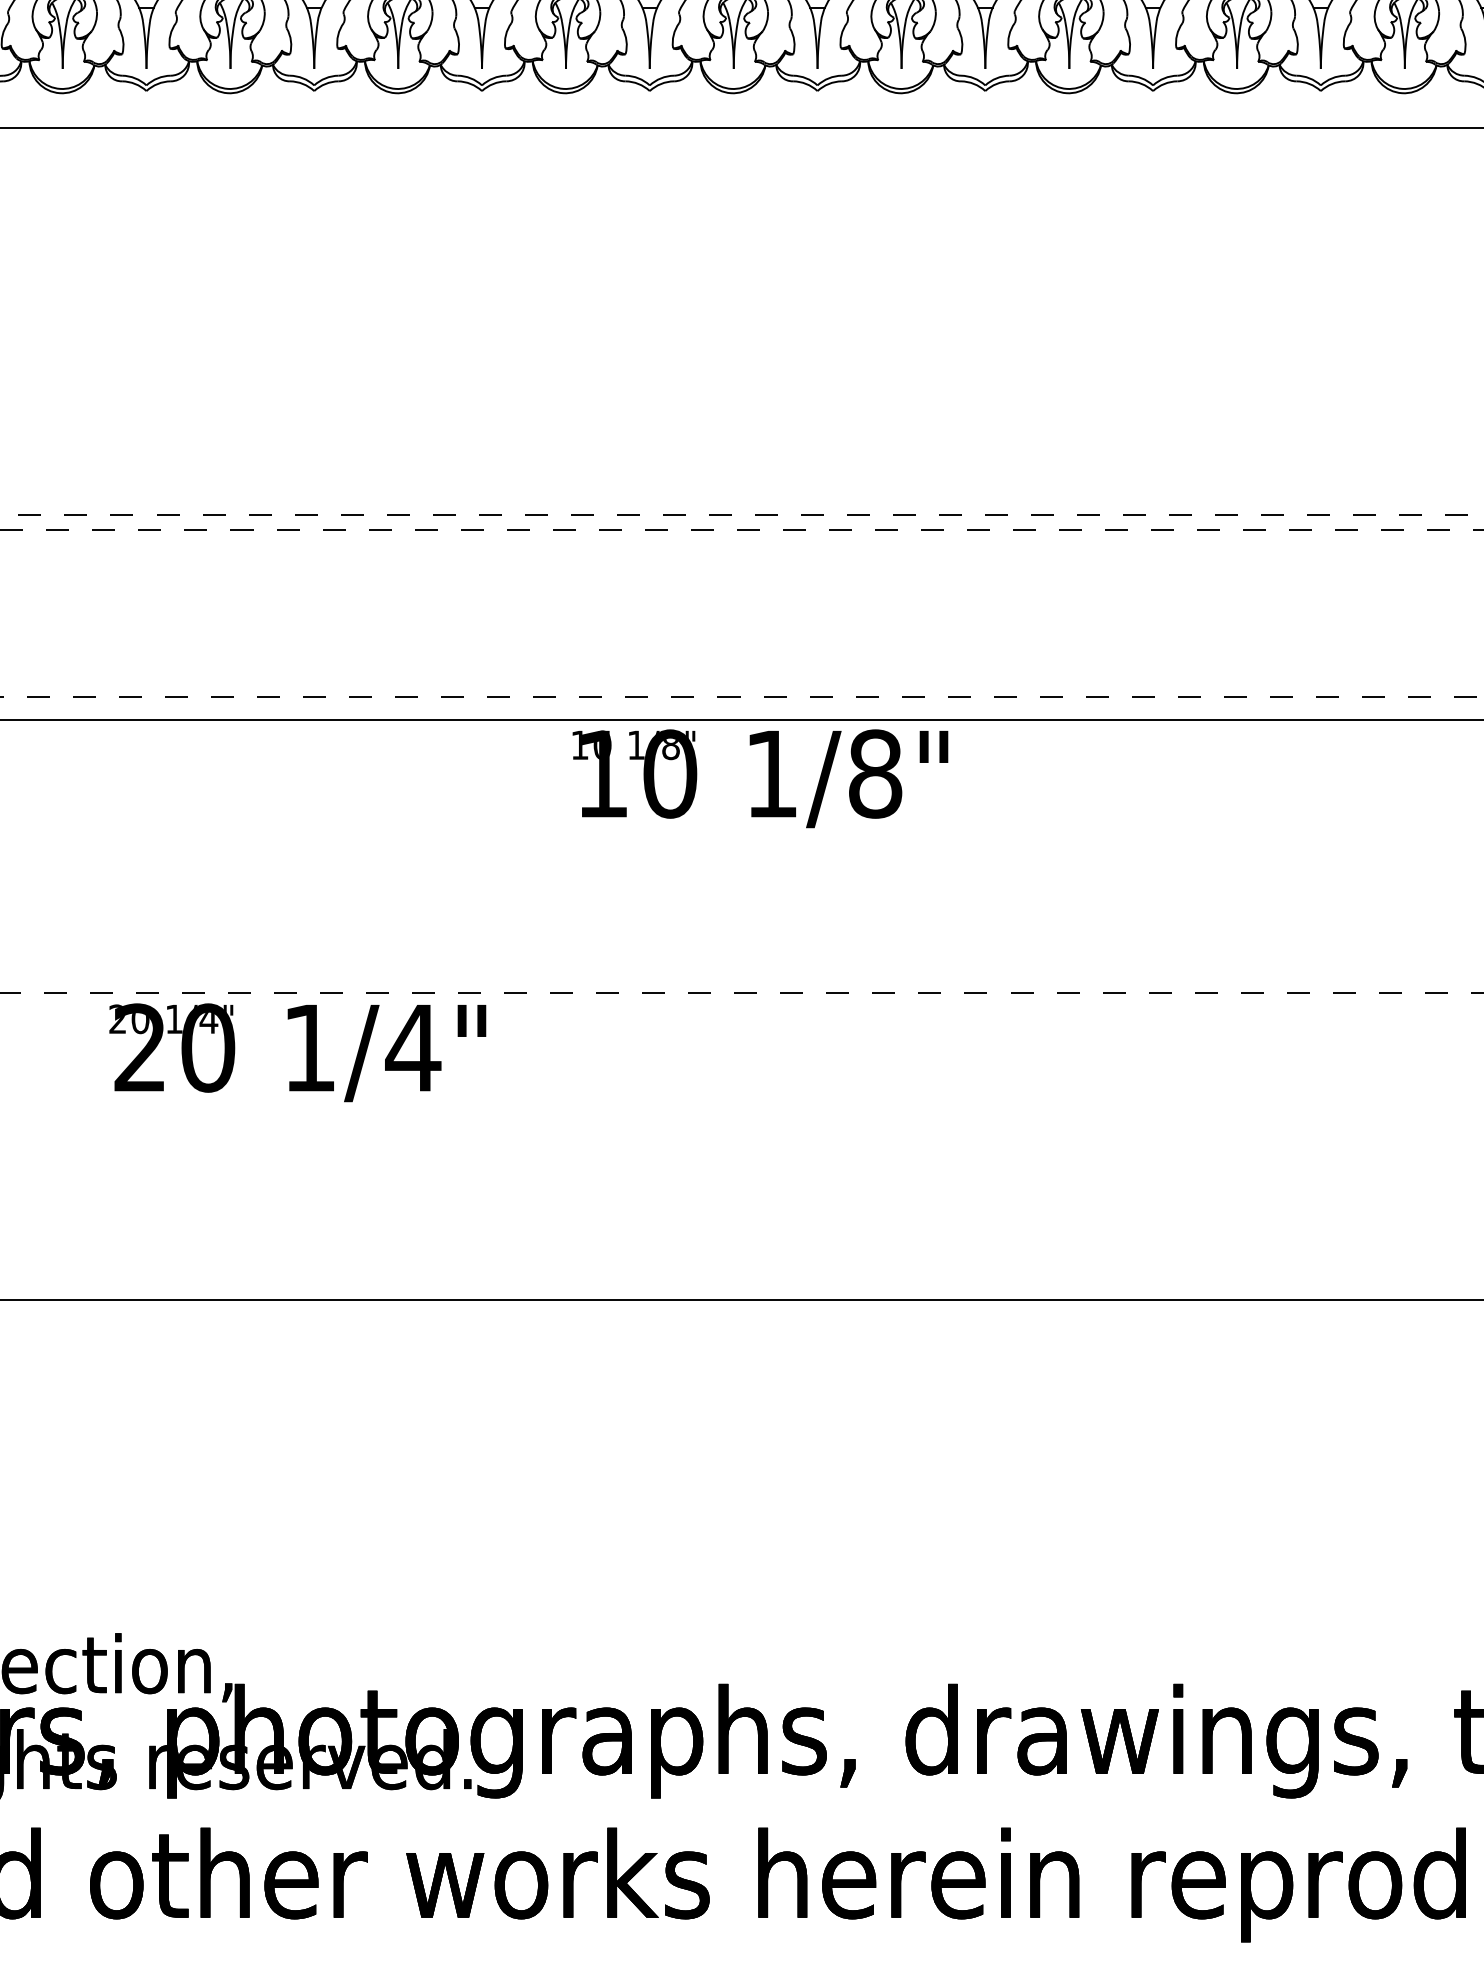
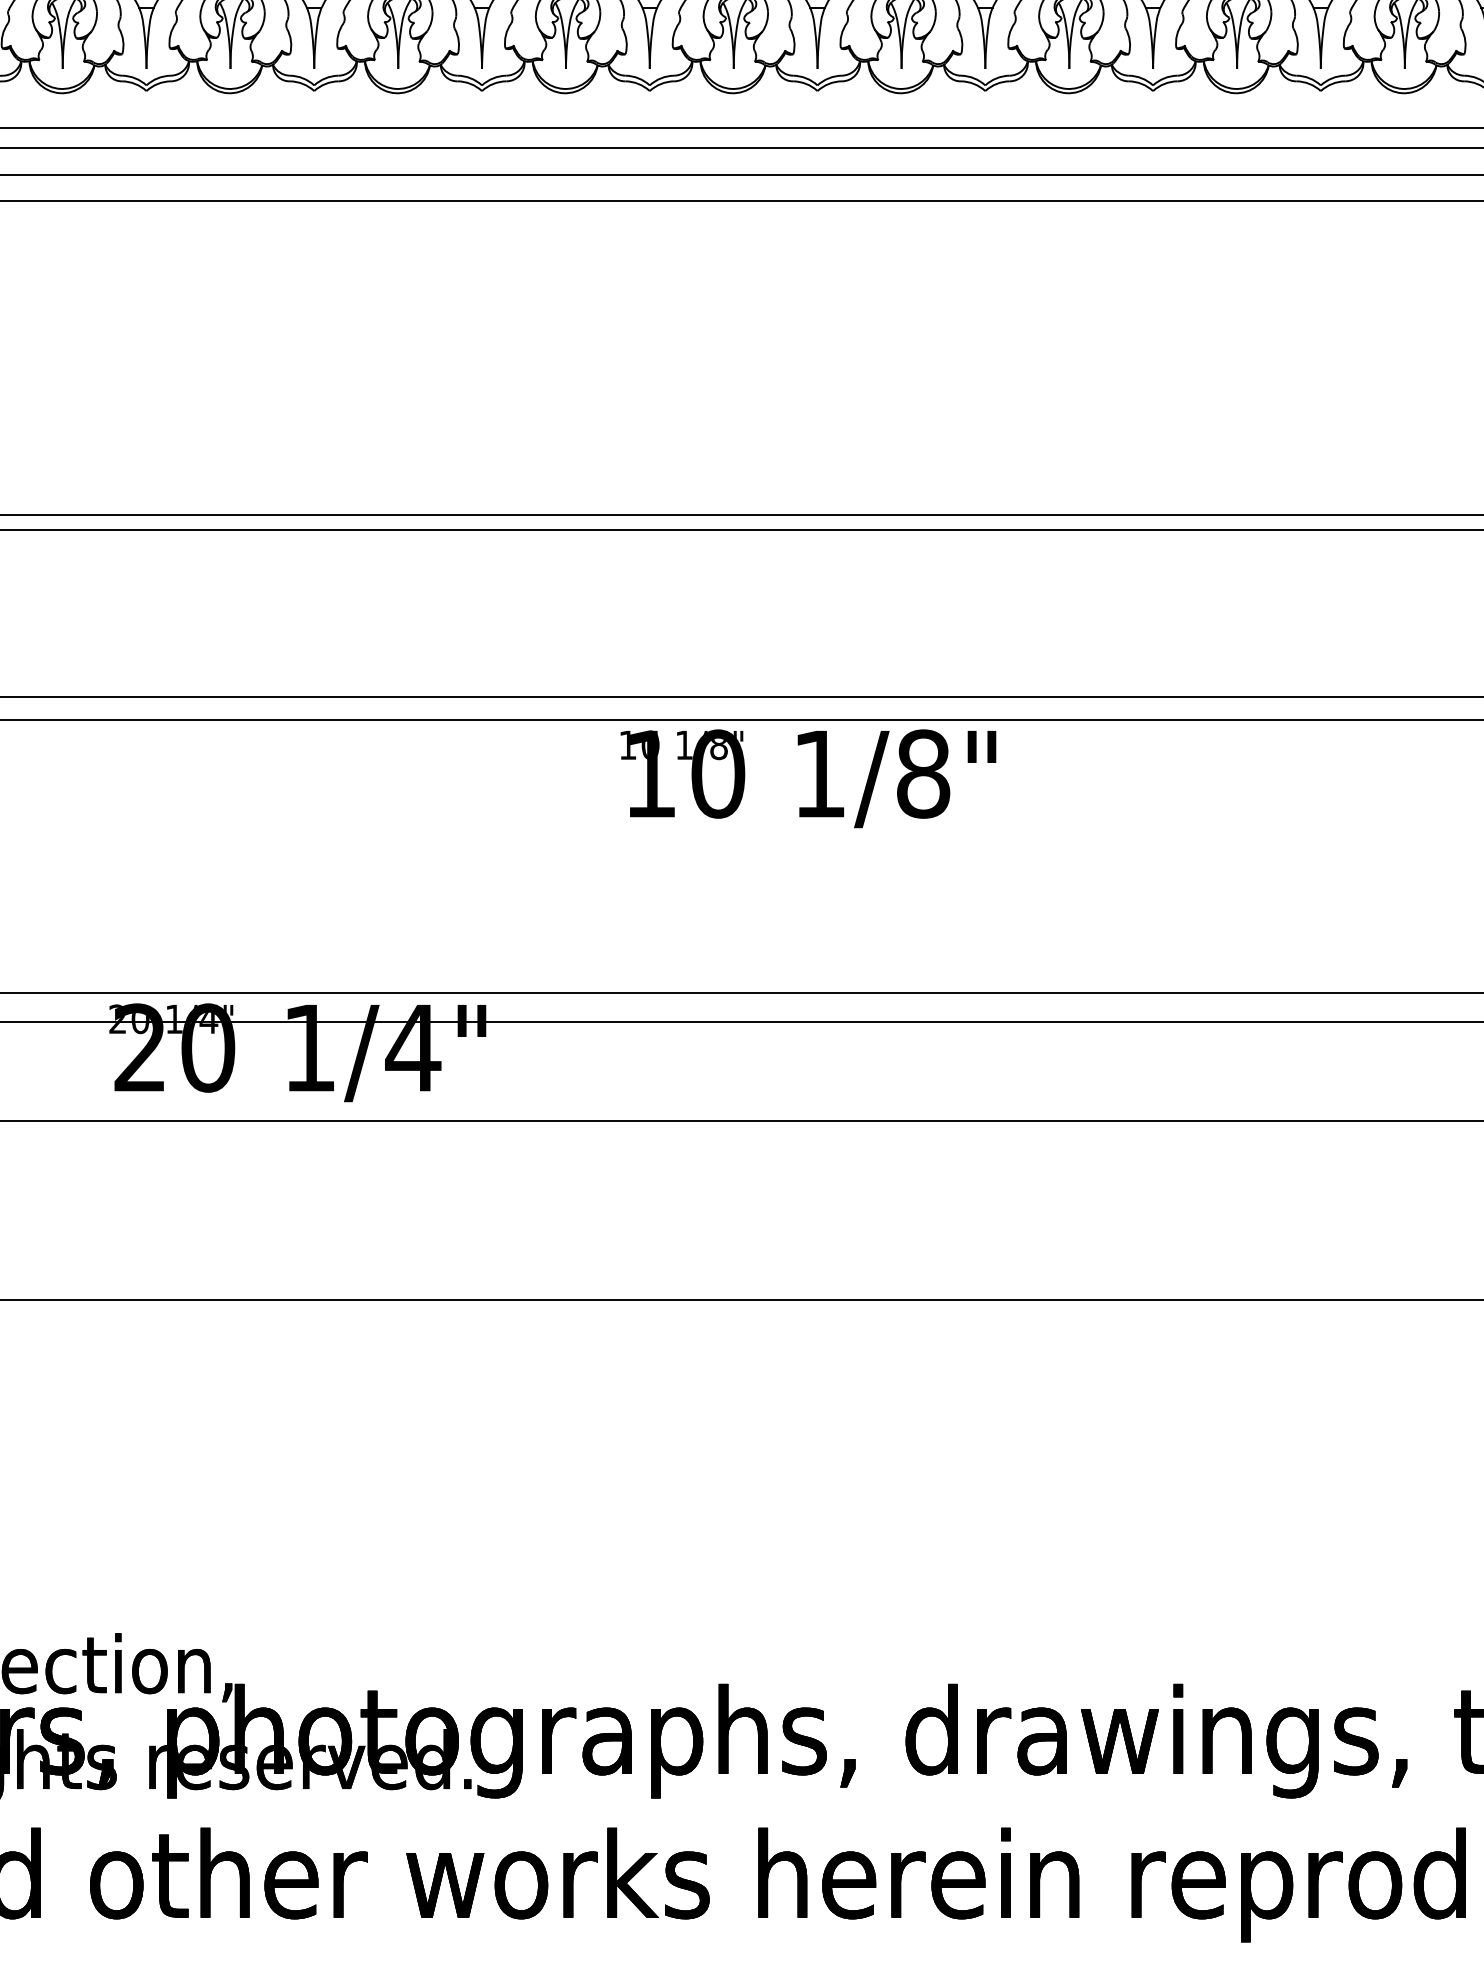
line at (741, 148): none -> present
line at (741, 175): none -> present
line at (741, 200): none -> present
line at (742, 515): dashed -> solid
line at (742, 529): dashed -> solid
line at (741, 697): dashed -> solid
text at (760, 778) position: (760, 778) -> (808, 778)
line at (742, 993): dashed -> solid
line at (741, 1022): none -> present
line at (741, 1121): none -> present
